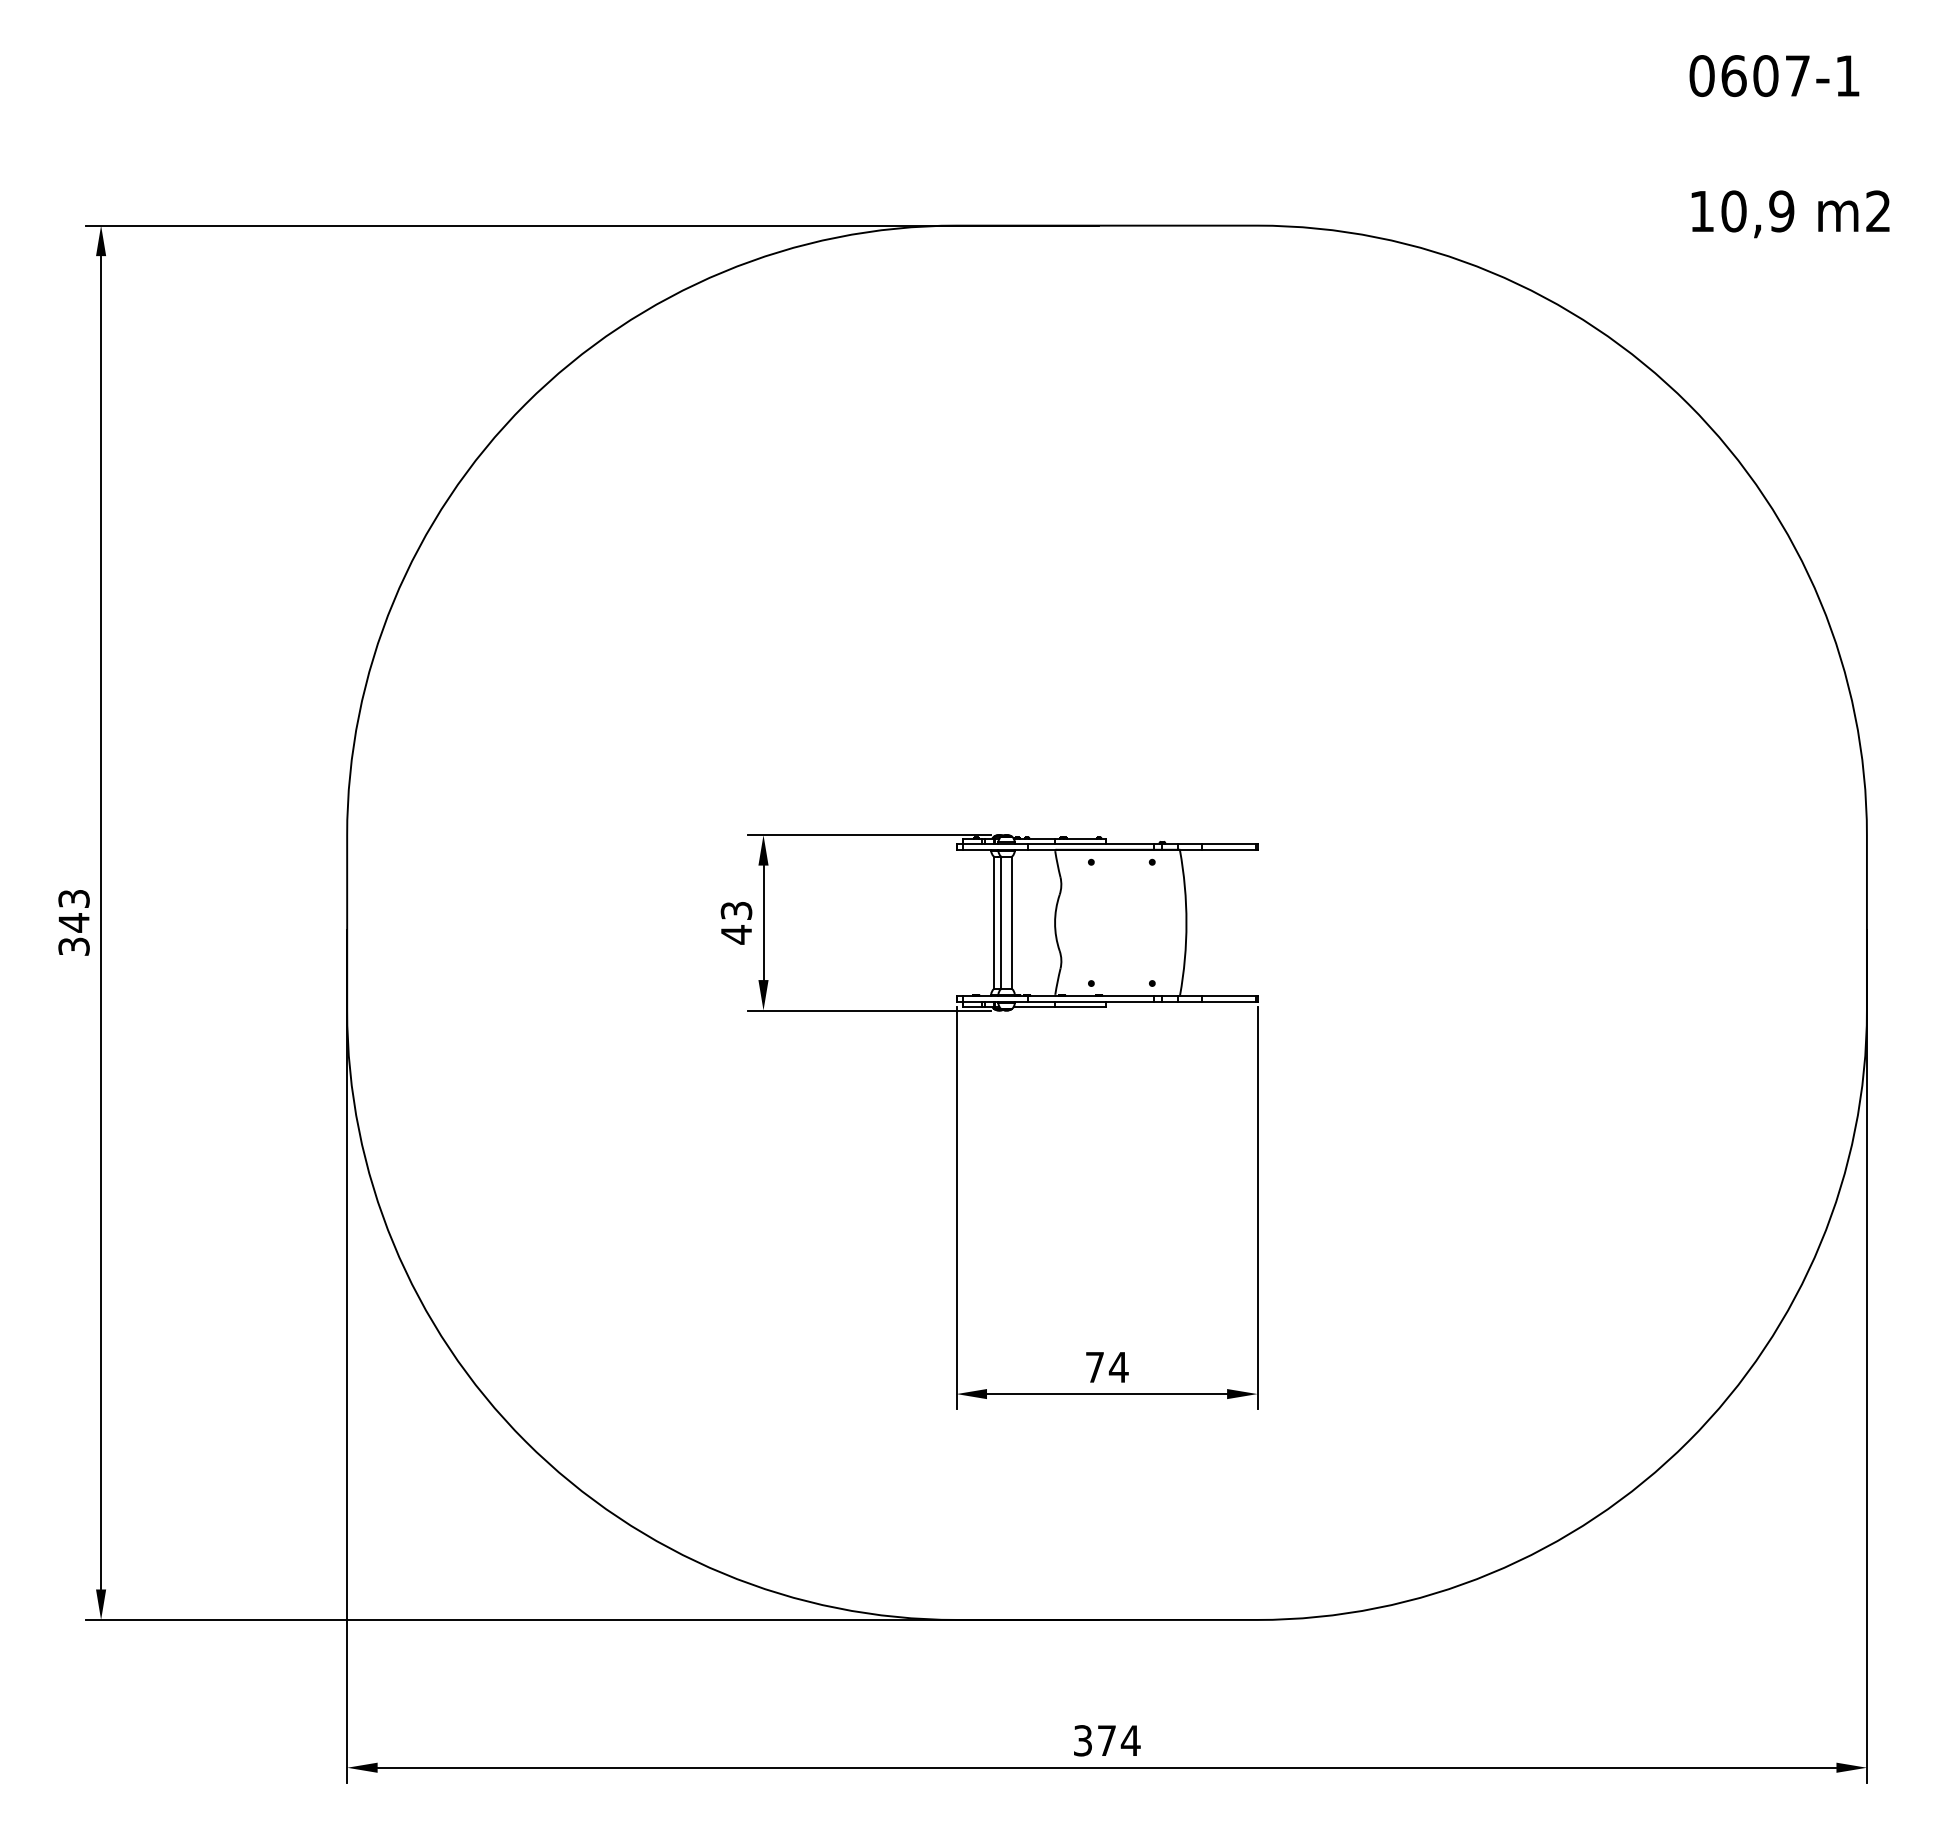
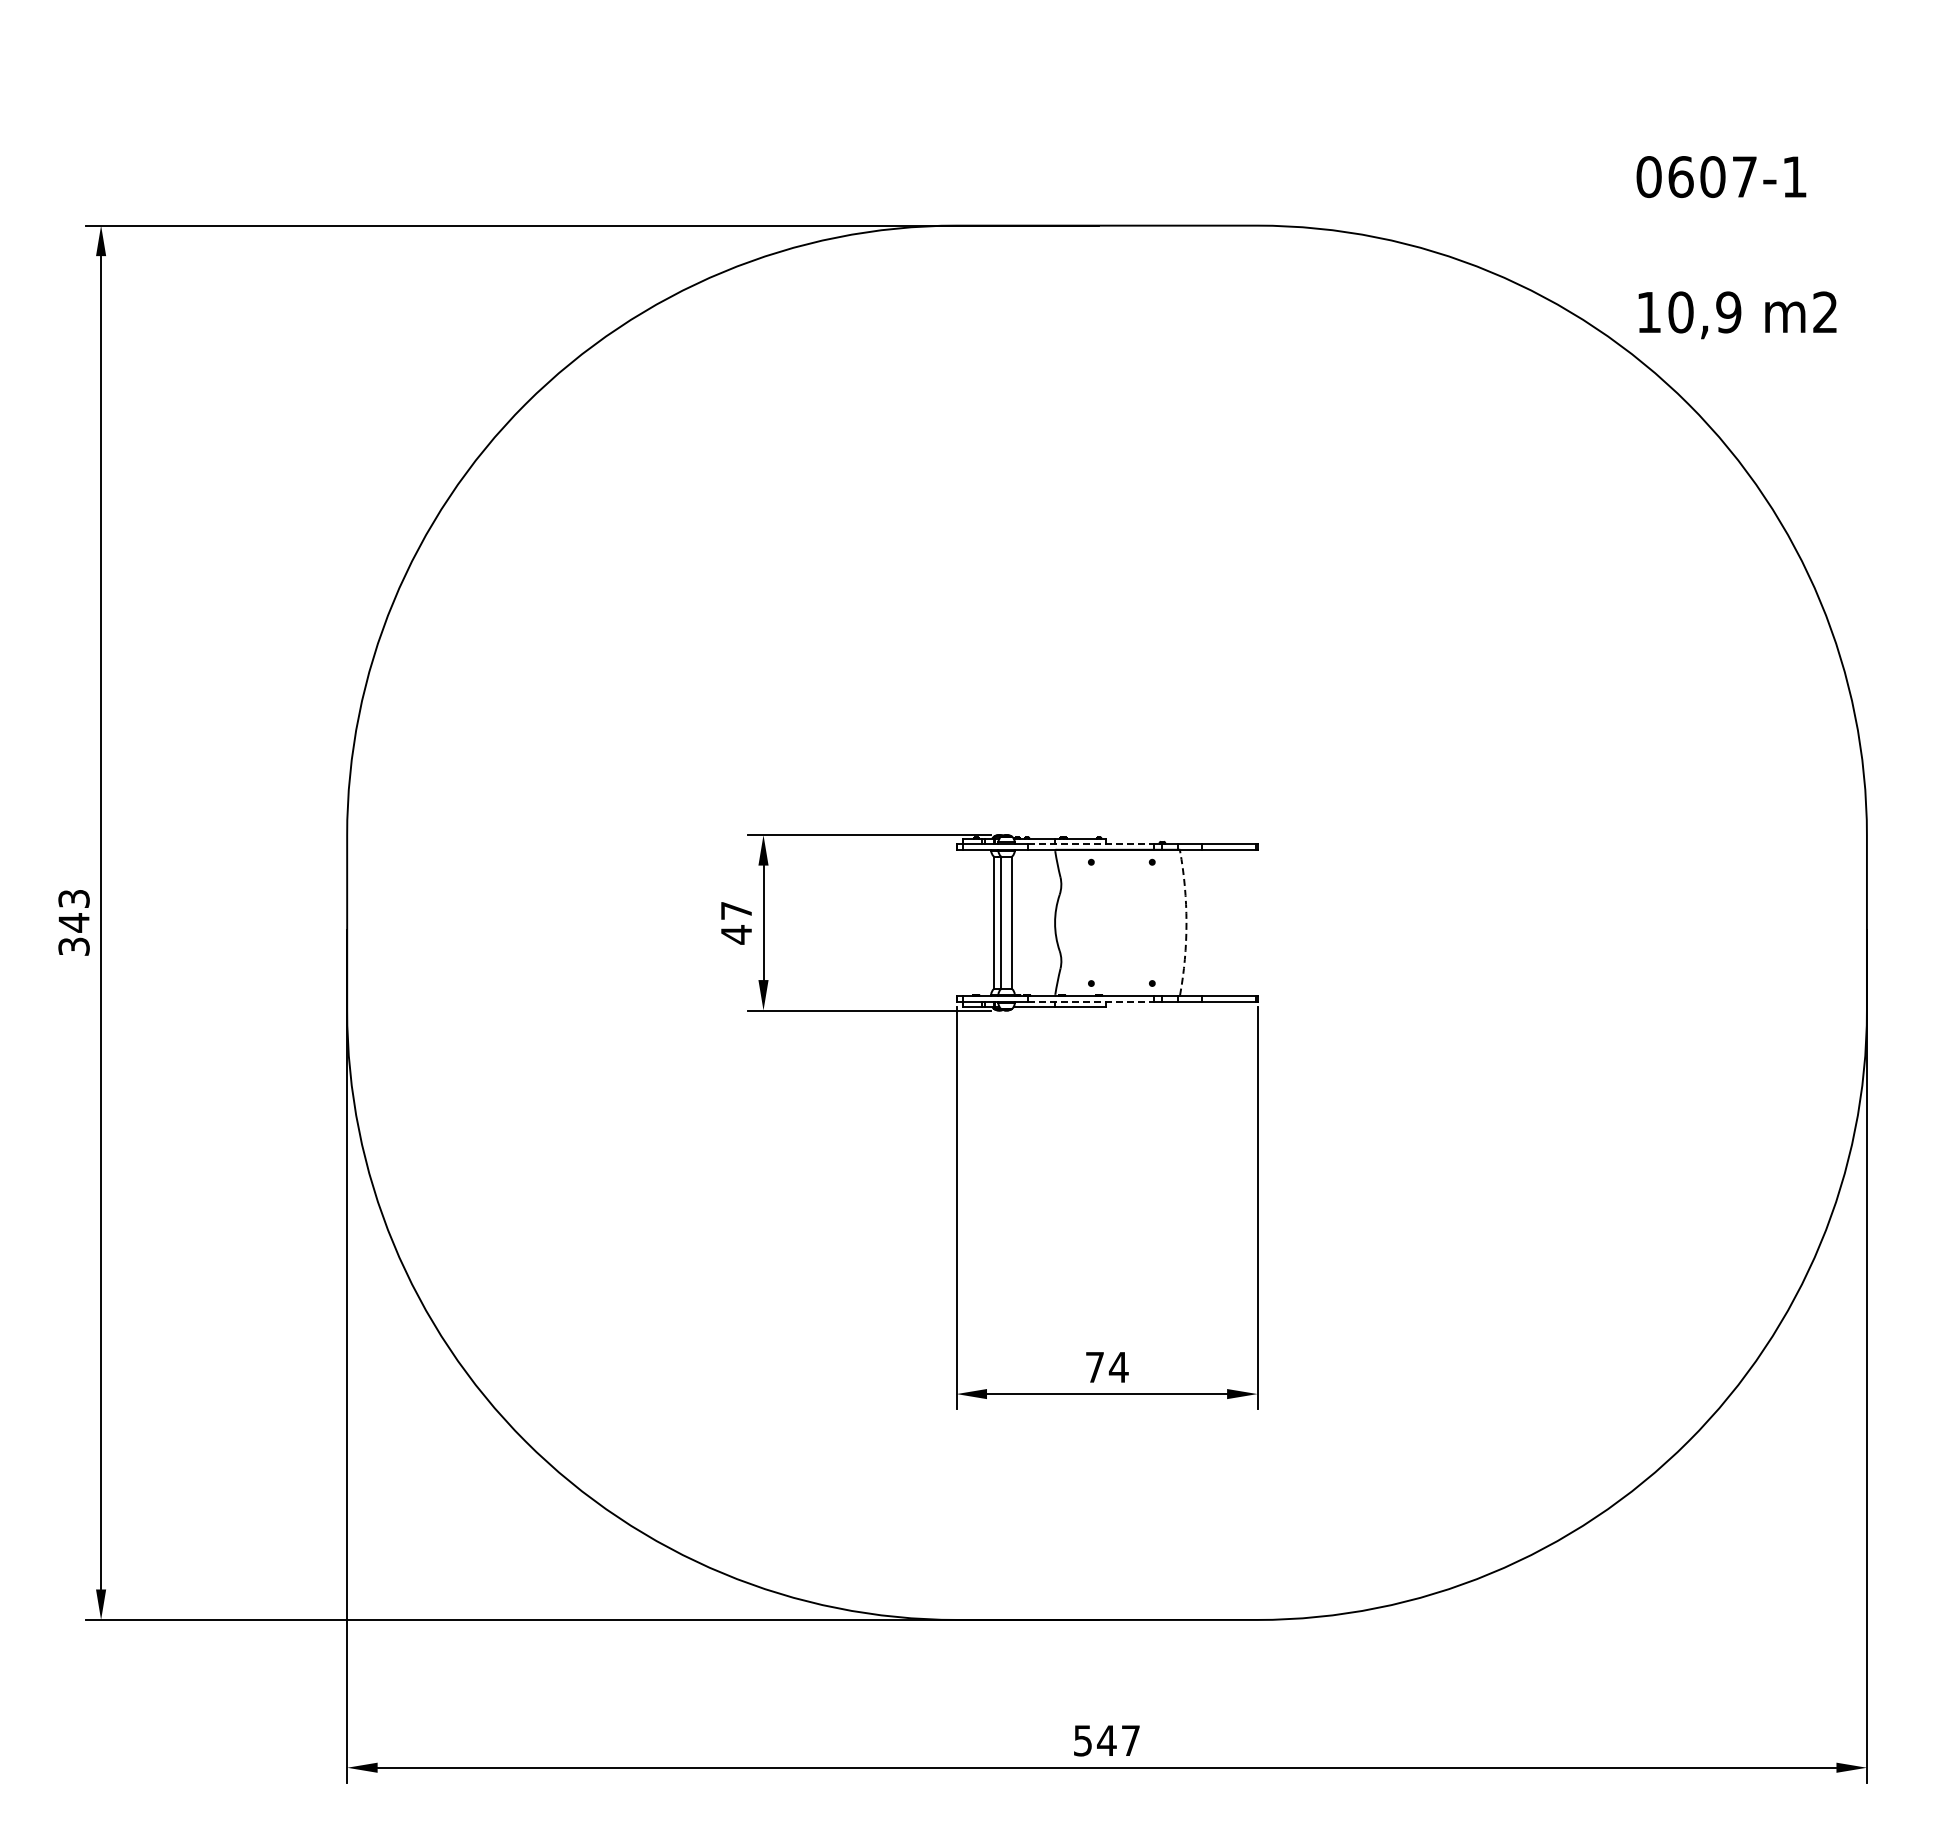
text at (1789, 146) position: (1789, 146) -> (1736, 247)
line at (1090, 843): solid -> dashed
text at (736, 910): 43 -> 47
arc at (1186, 922): solid -> dashed
line at (1090, 1002): solid -> dashed
text at (1107, 1740): 374 -> 547
